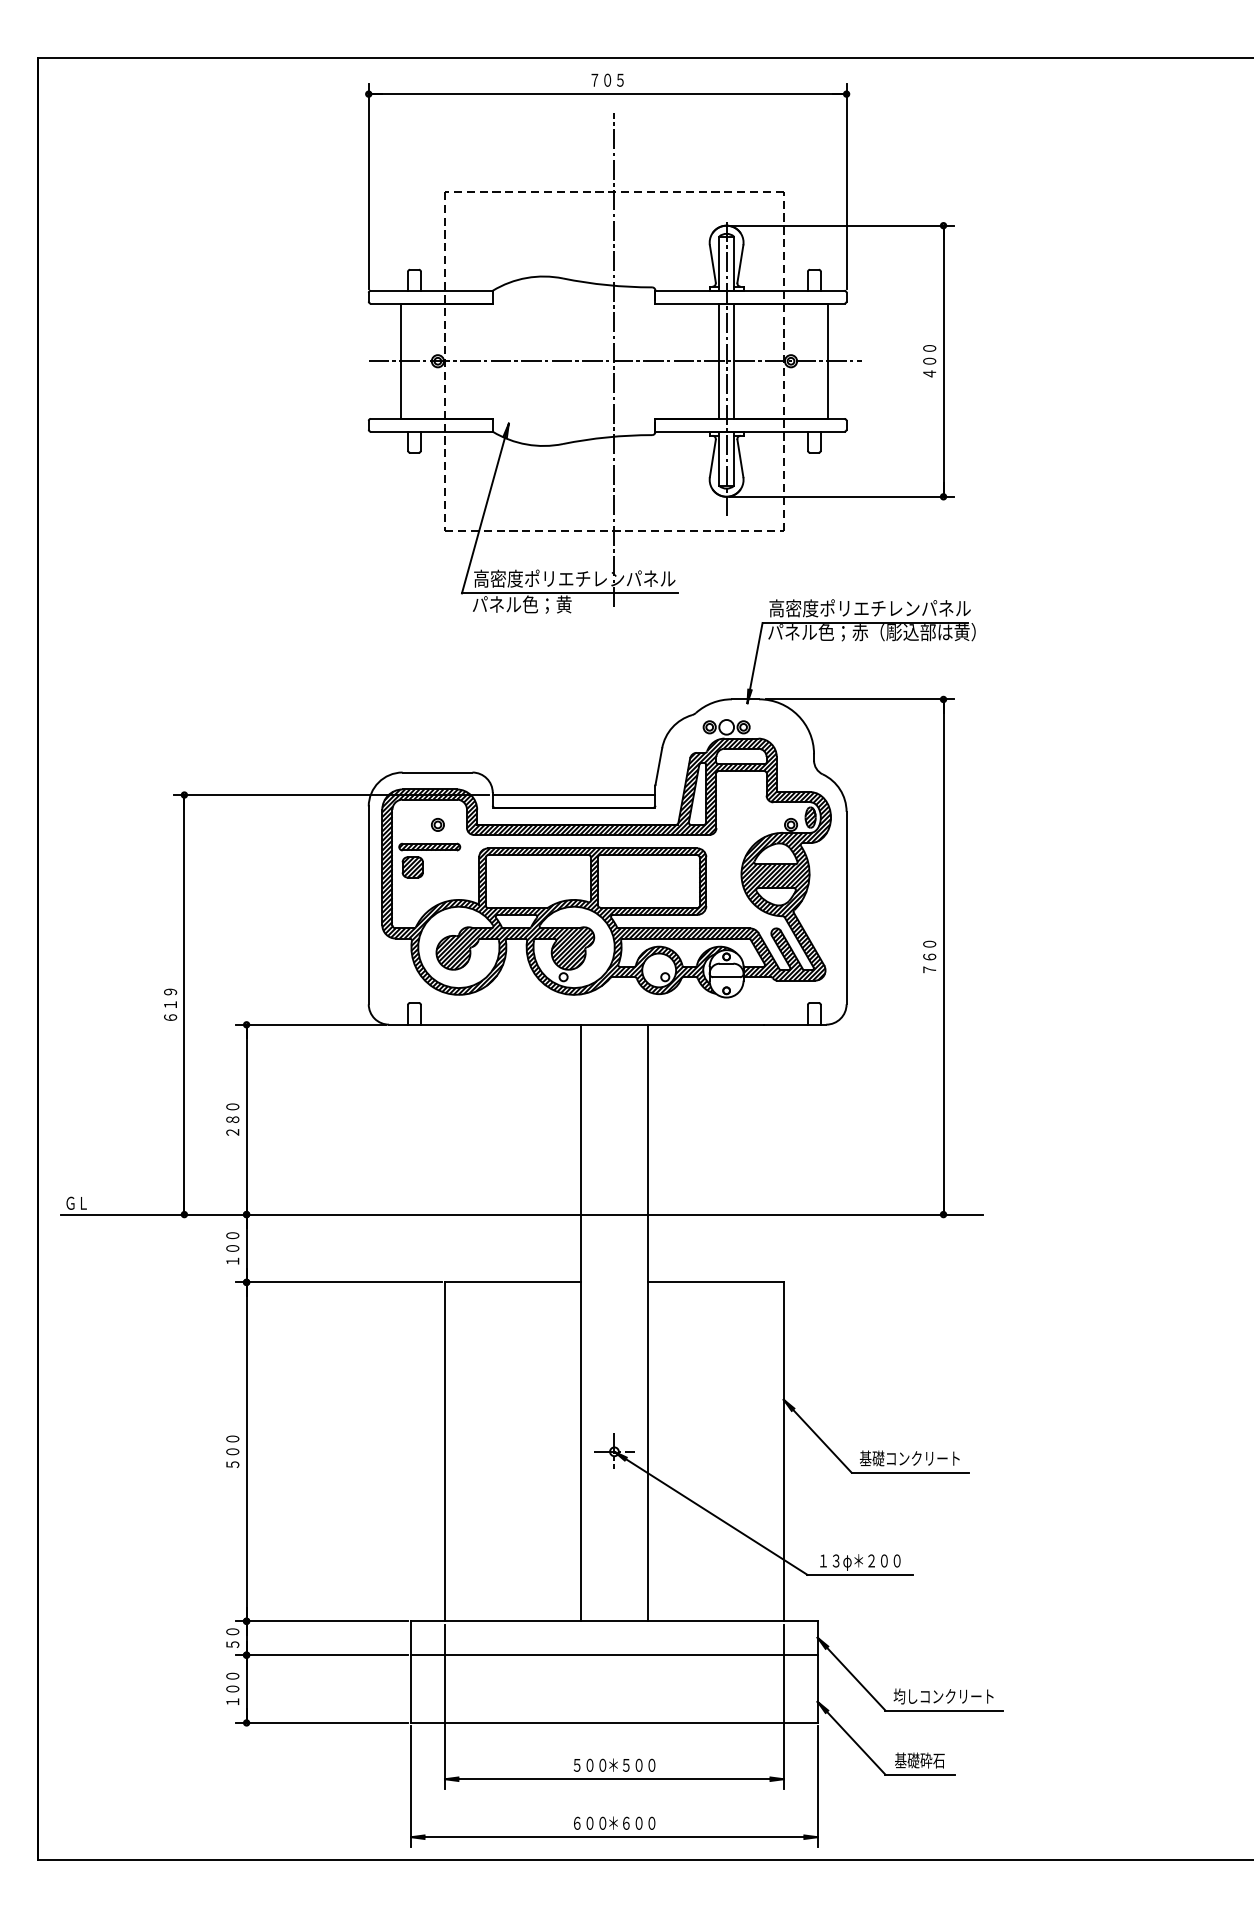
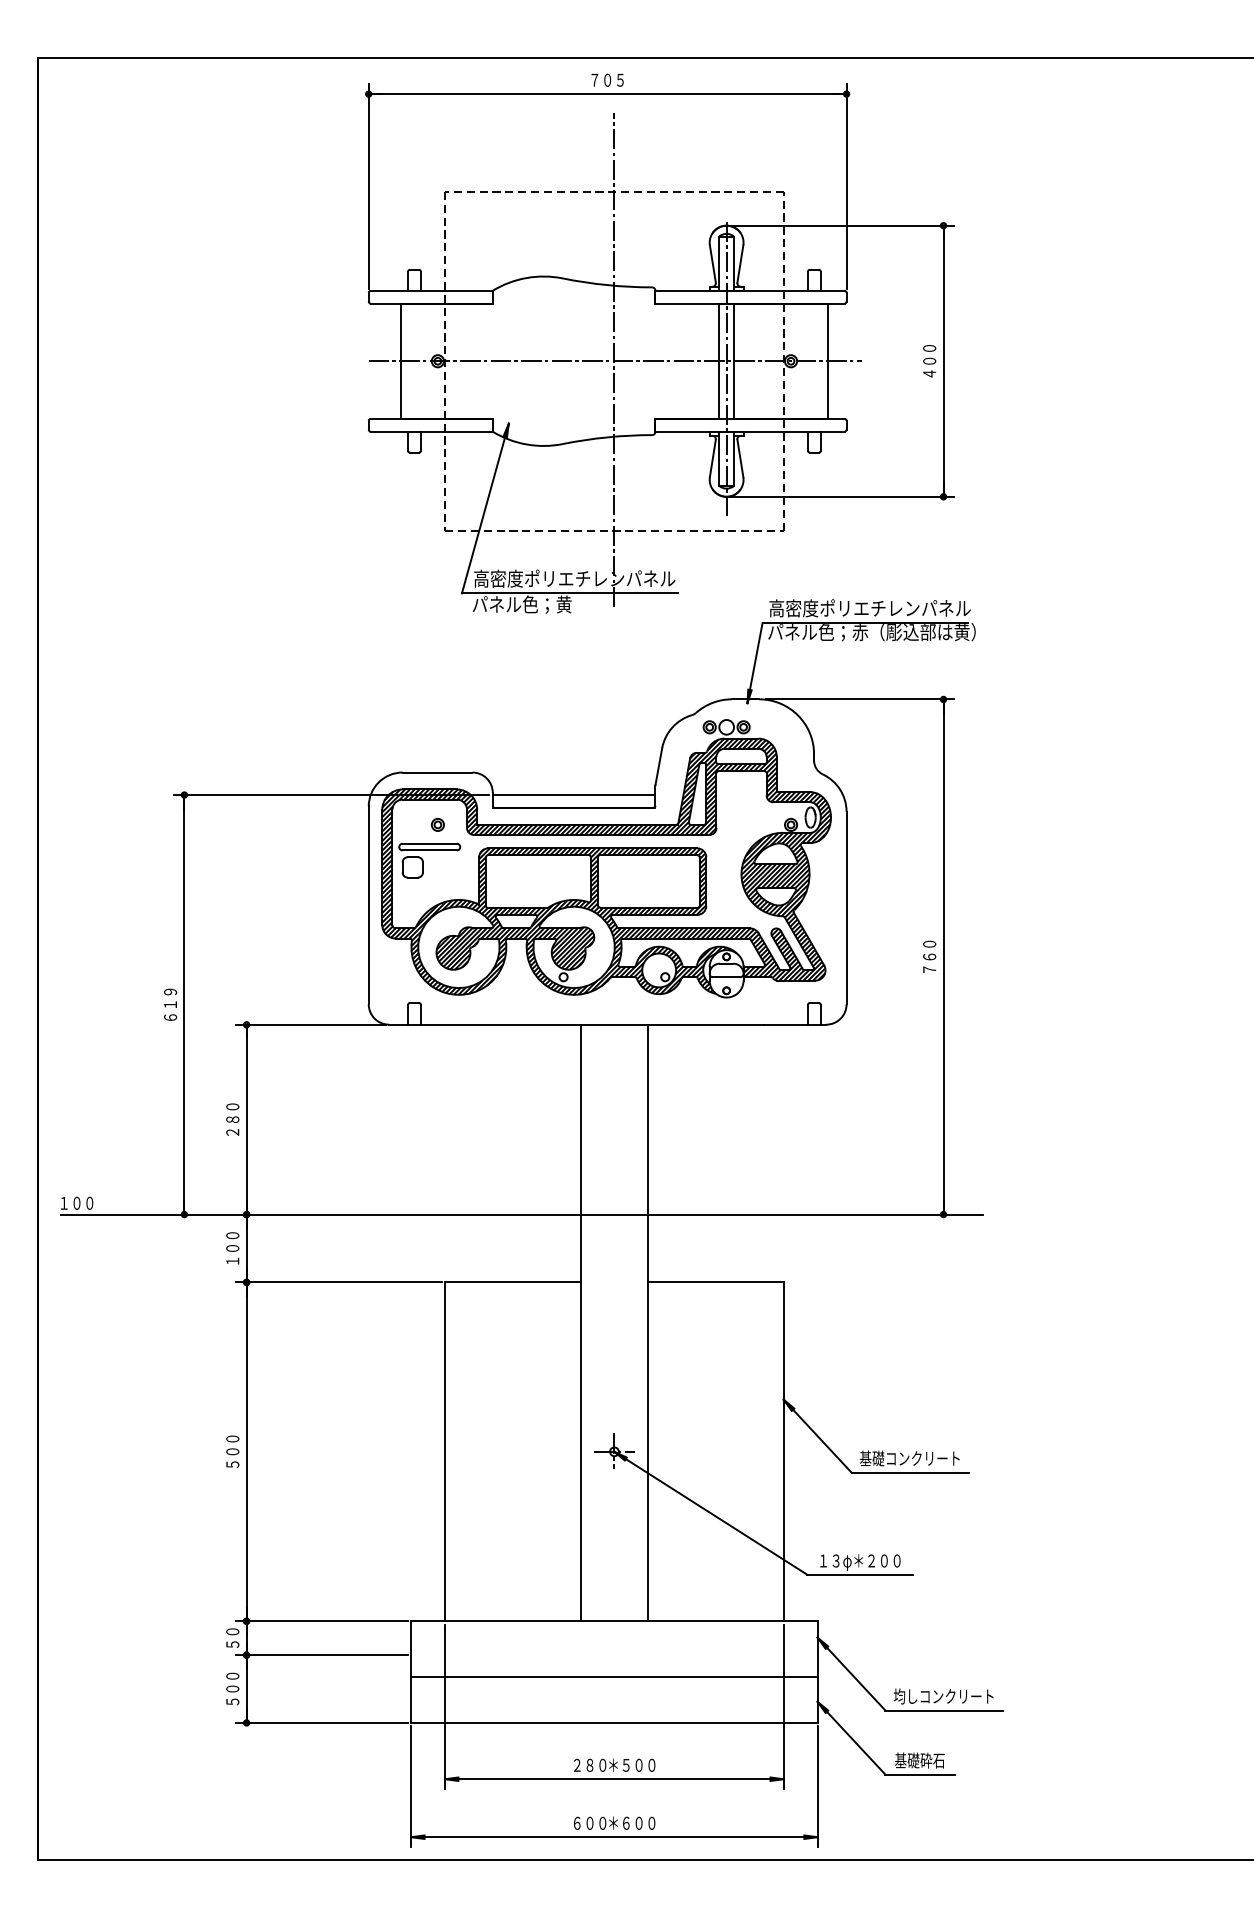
hatch at (810, 817): present -> none
hatch at (429, 846): present -> none
hatch at (412, 867): present -> none
text at (77, 1202): ＧＬ -> １００
line at (614, 1655) position: (614, 1655) -> (614, 1677)
text at (232, 1701): １００ -> ５００
text at (583, 1764): ５００ -> ２８０
